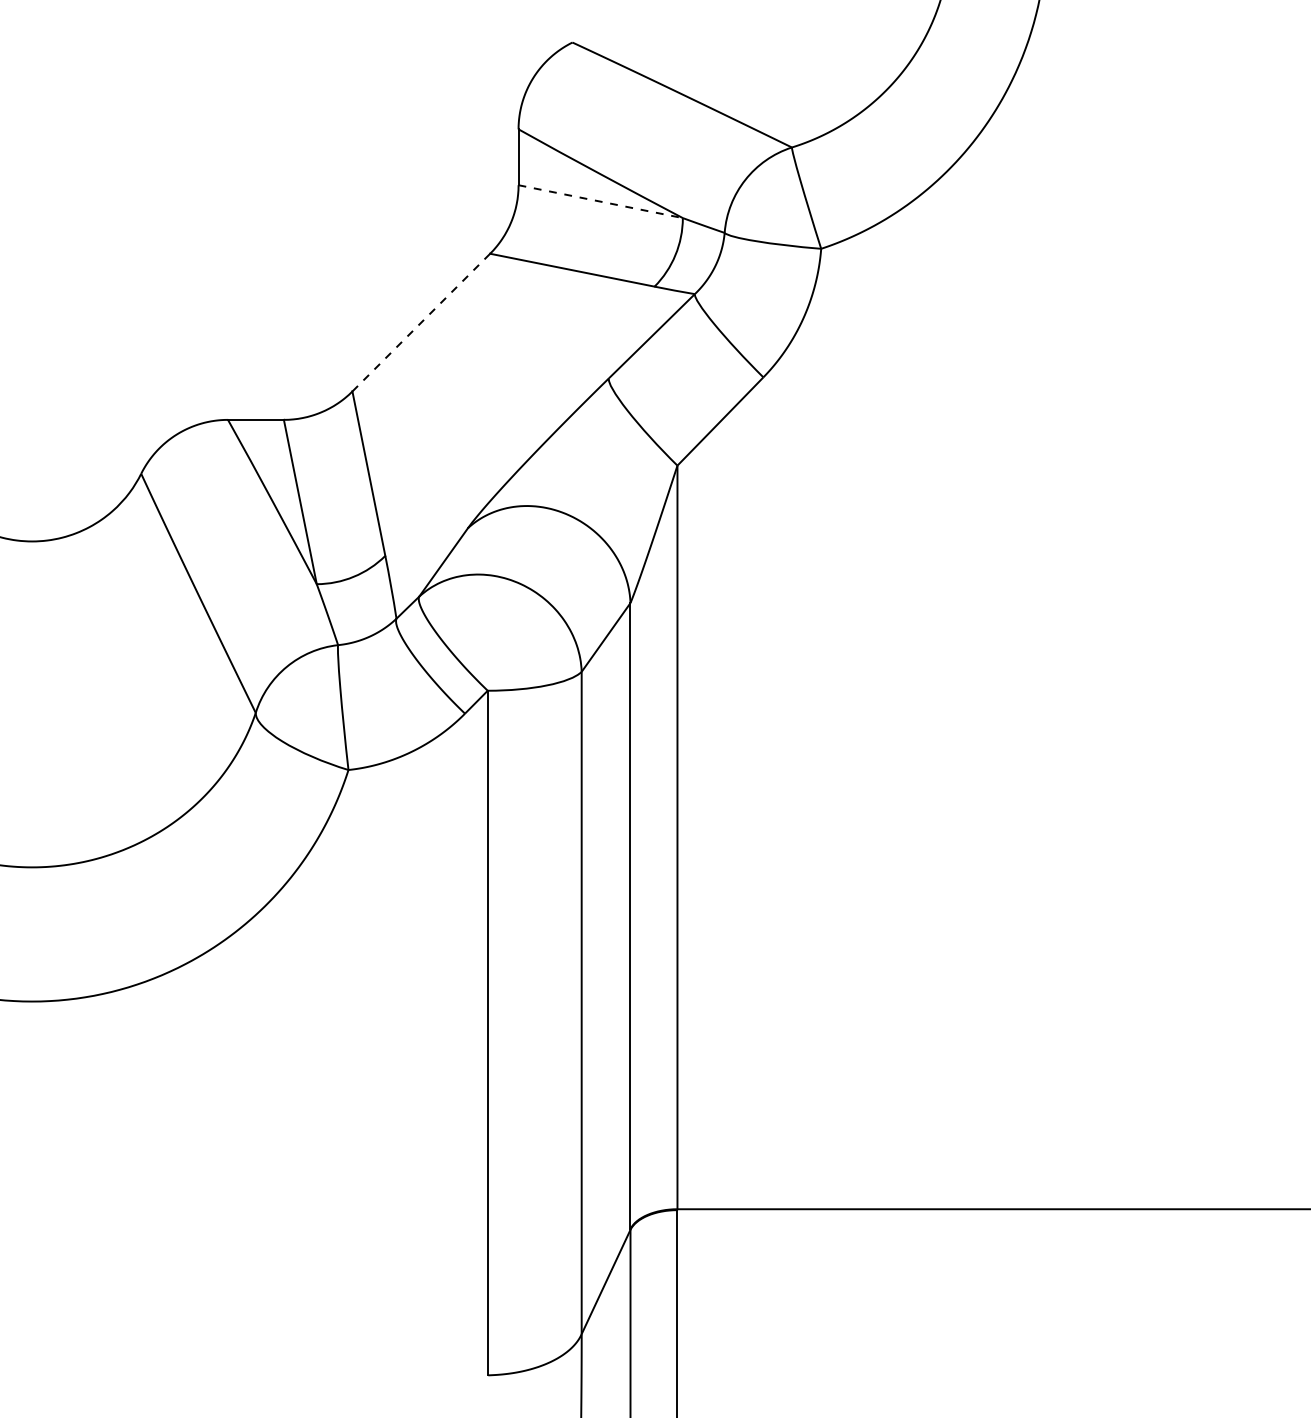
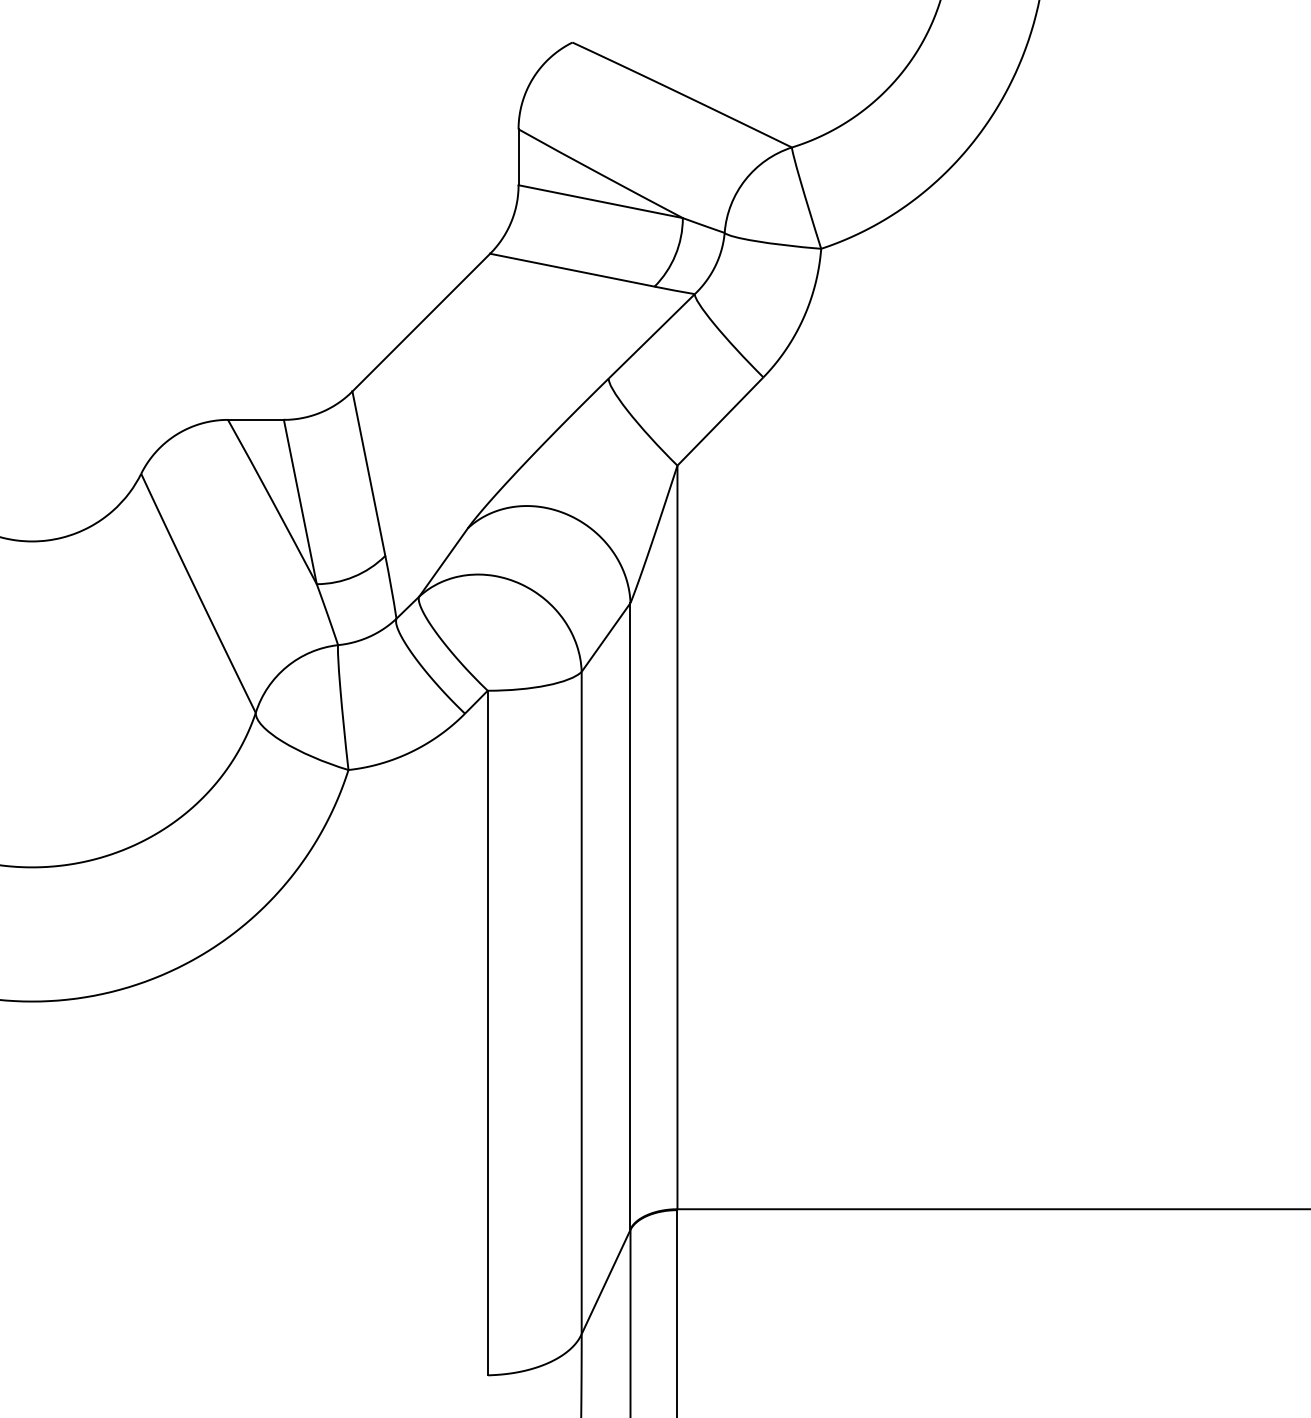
line at (600, 201): dashed -> solid
line at (421, 322): dashed -> solid
